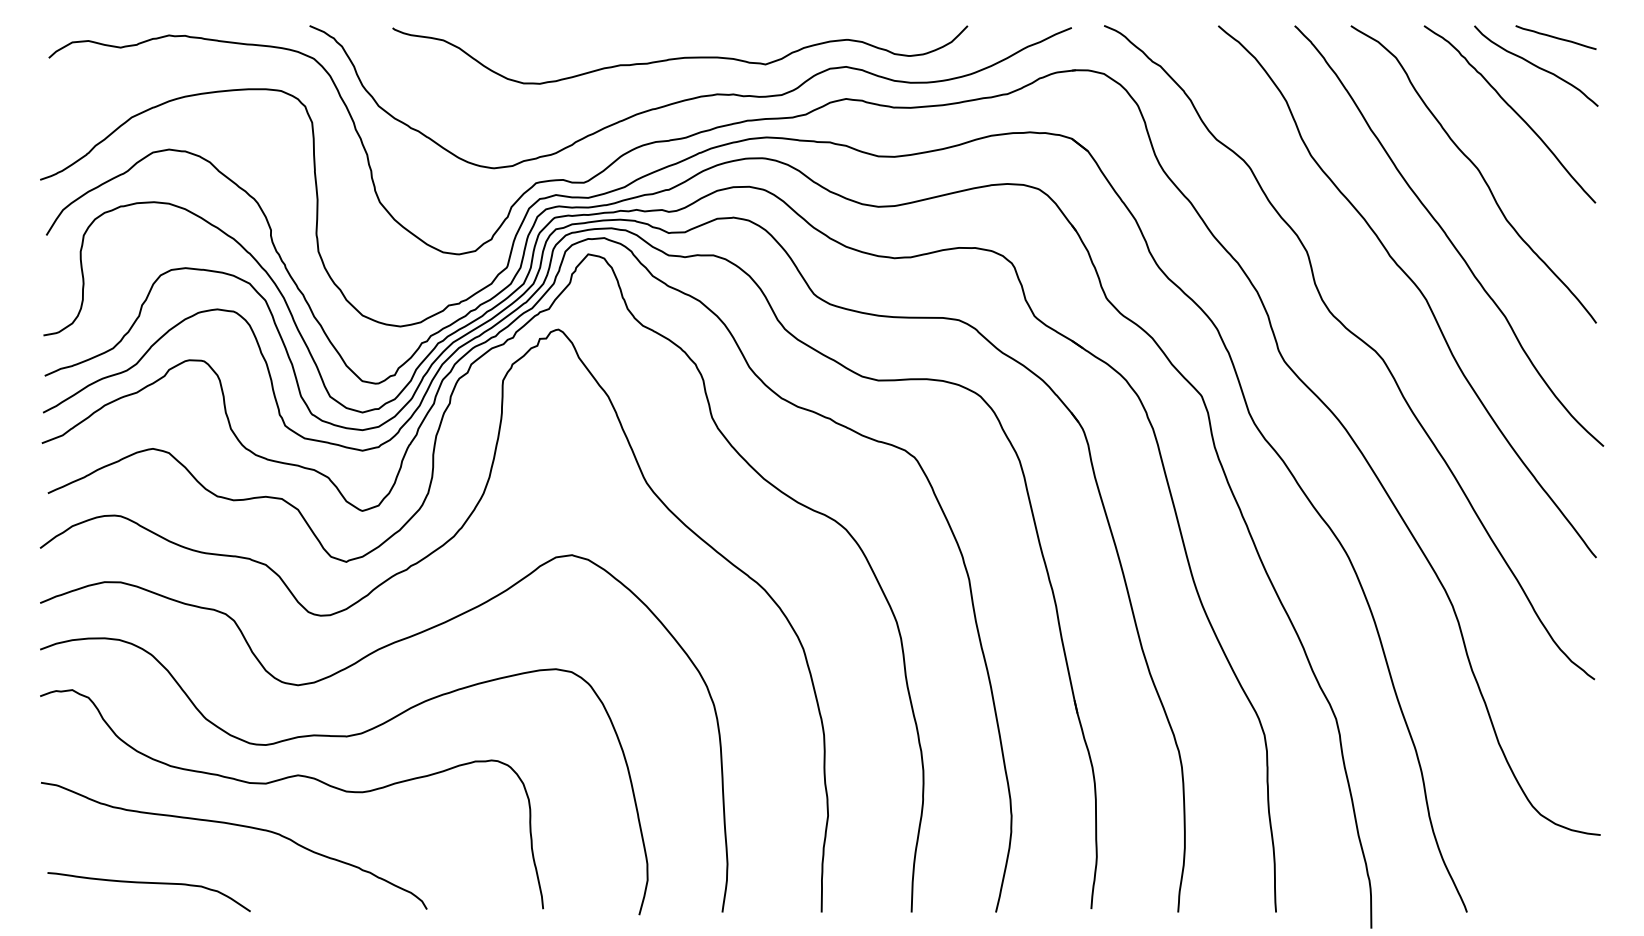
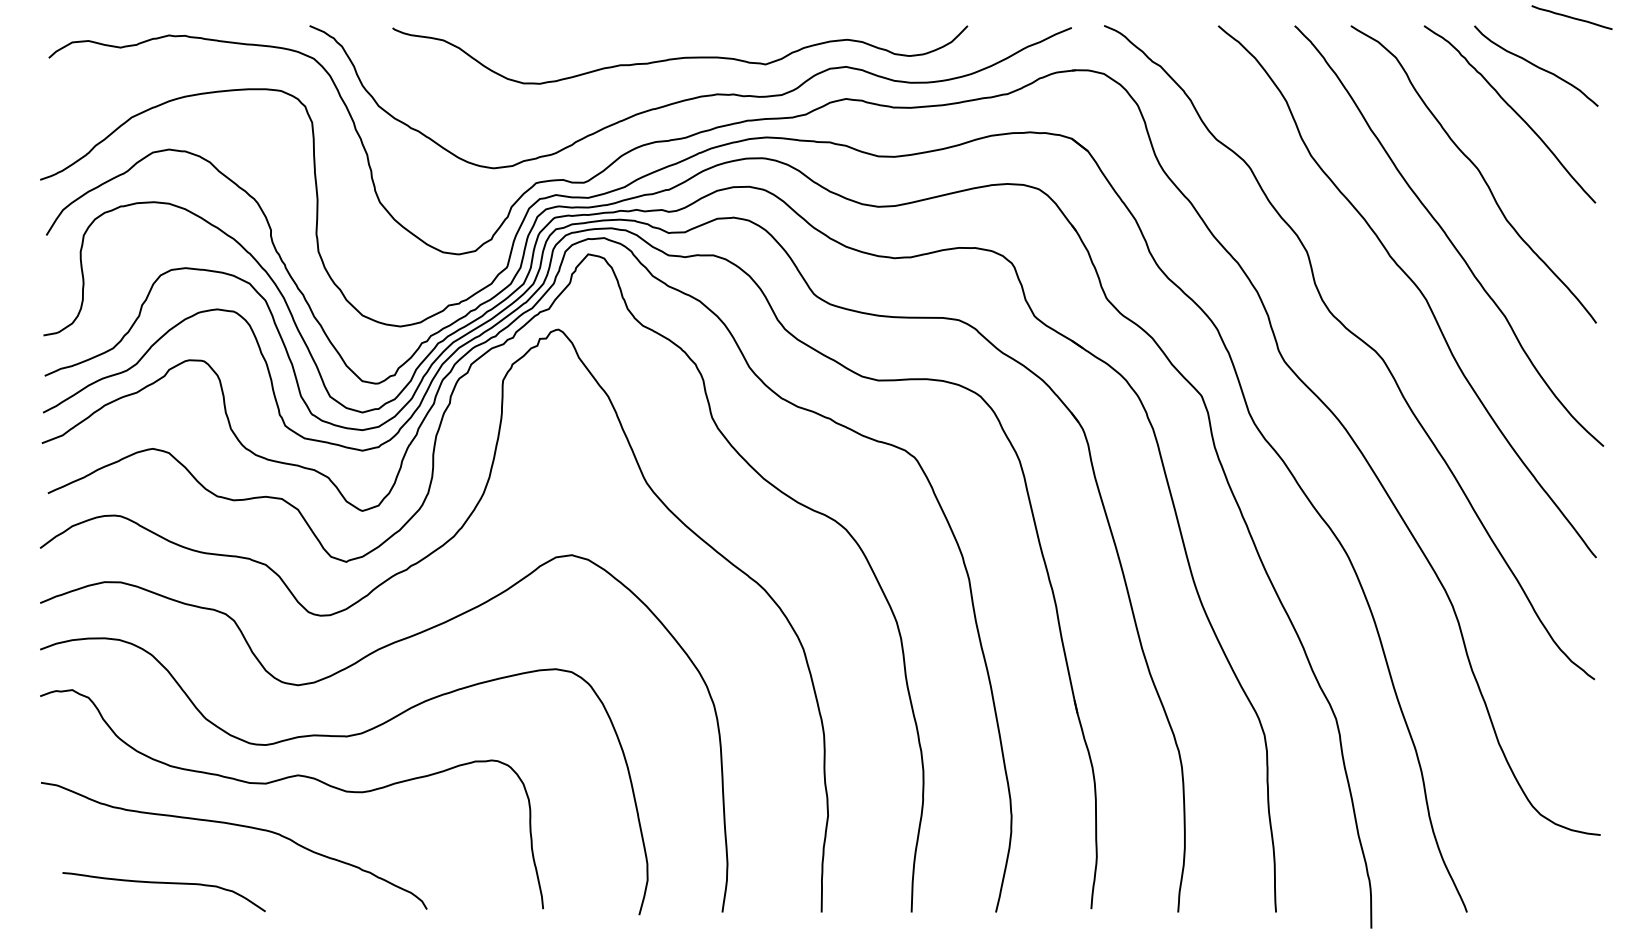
line at (1555, 37) position: (1555, 37) -> (1571, 17)
curve at (148, 883) position: (148, 883) -> (163, 883)
